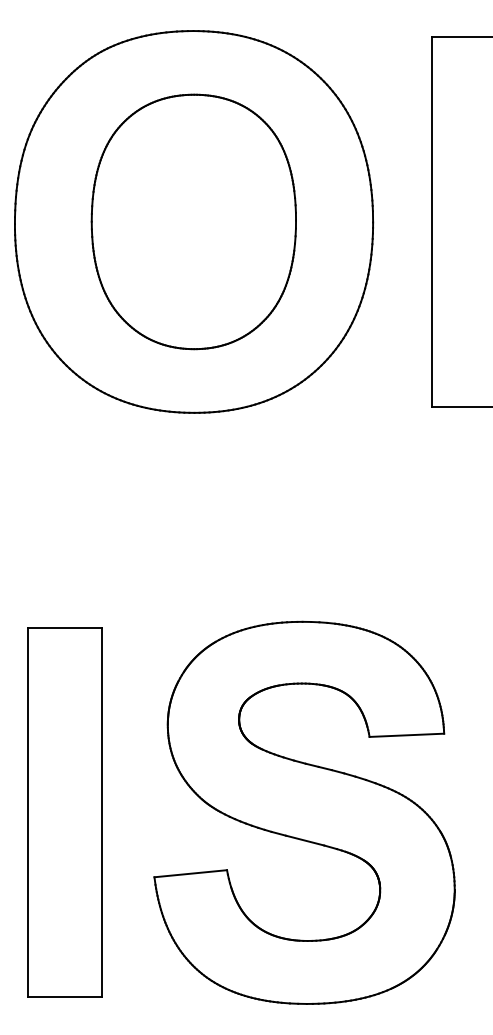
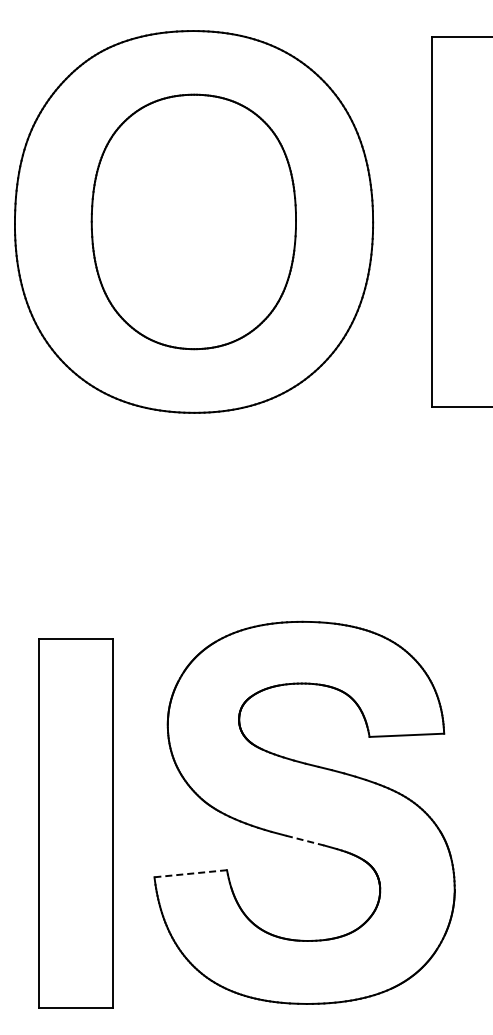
part at (64, 812) position: (64, 812) -> (75, 823)
line at (305, 840): solid -> dashed
line at (190, 873): solid -> dashed
